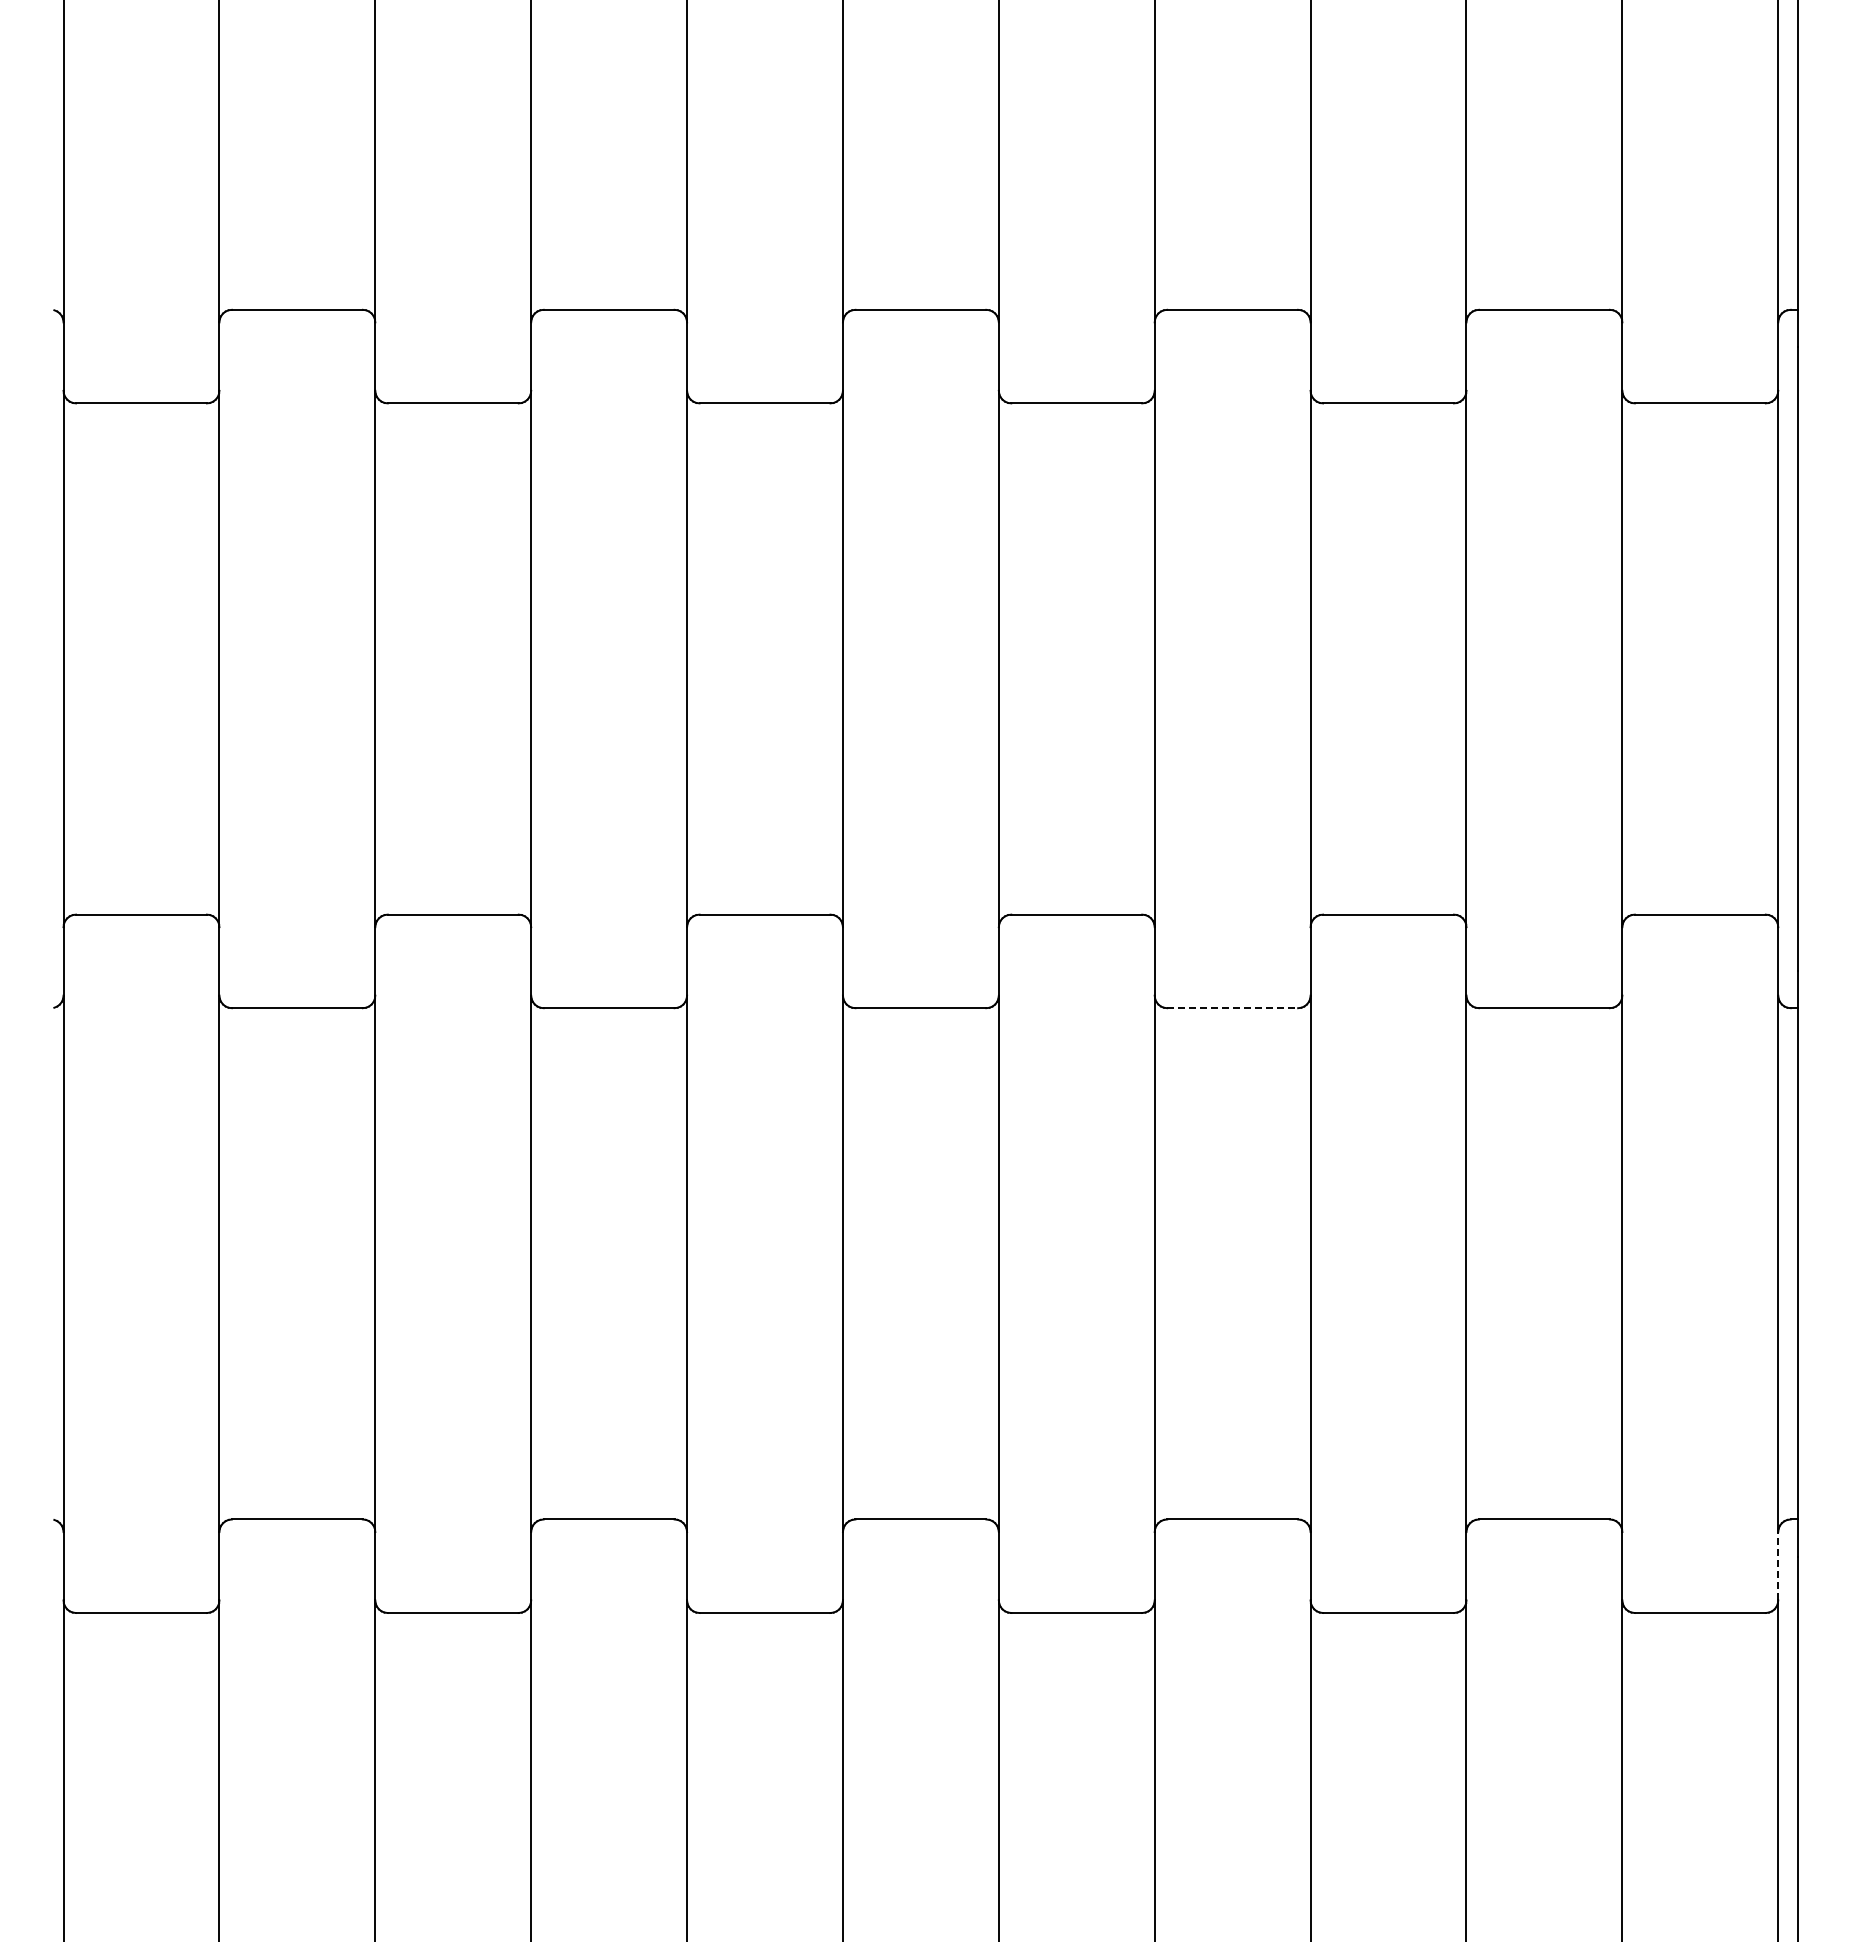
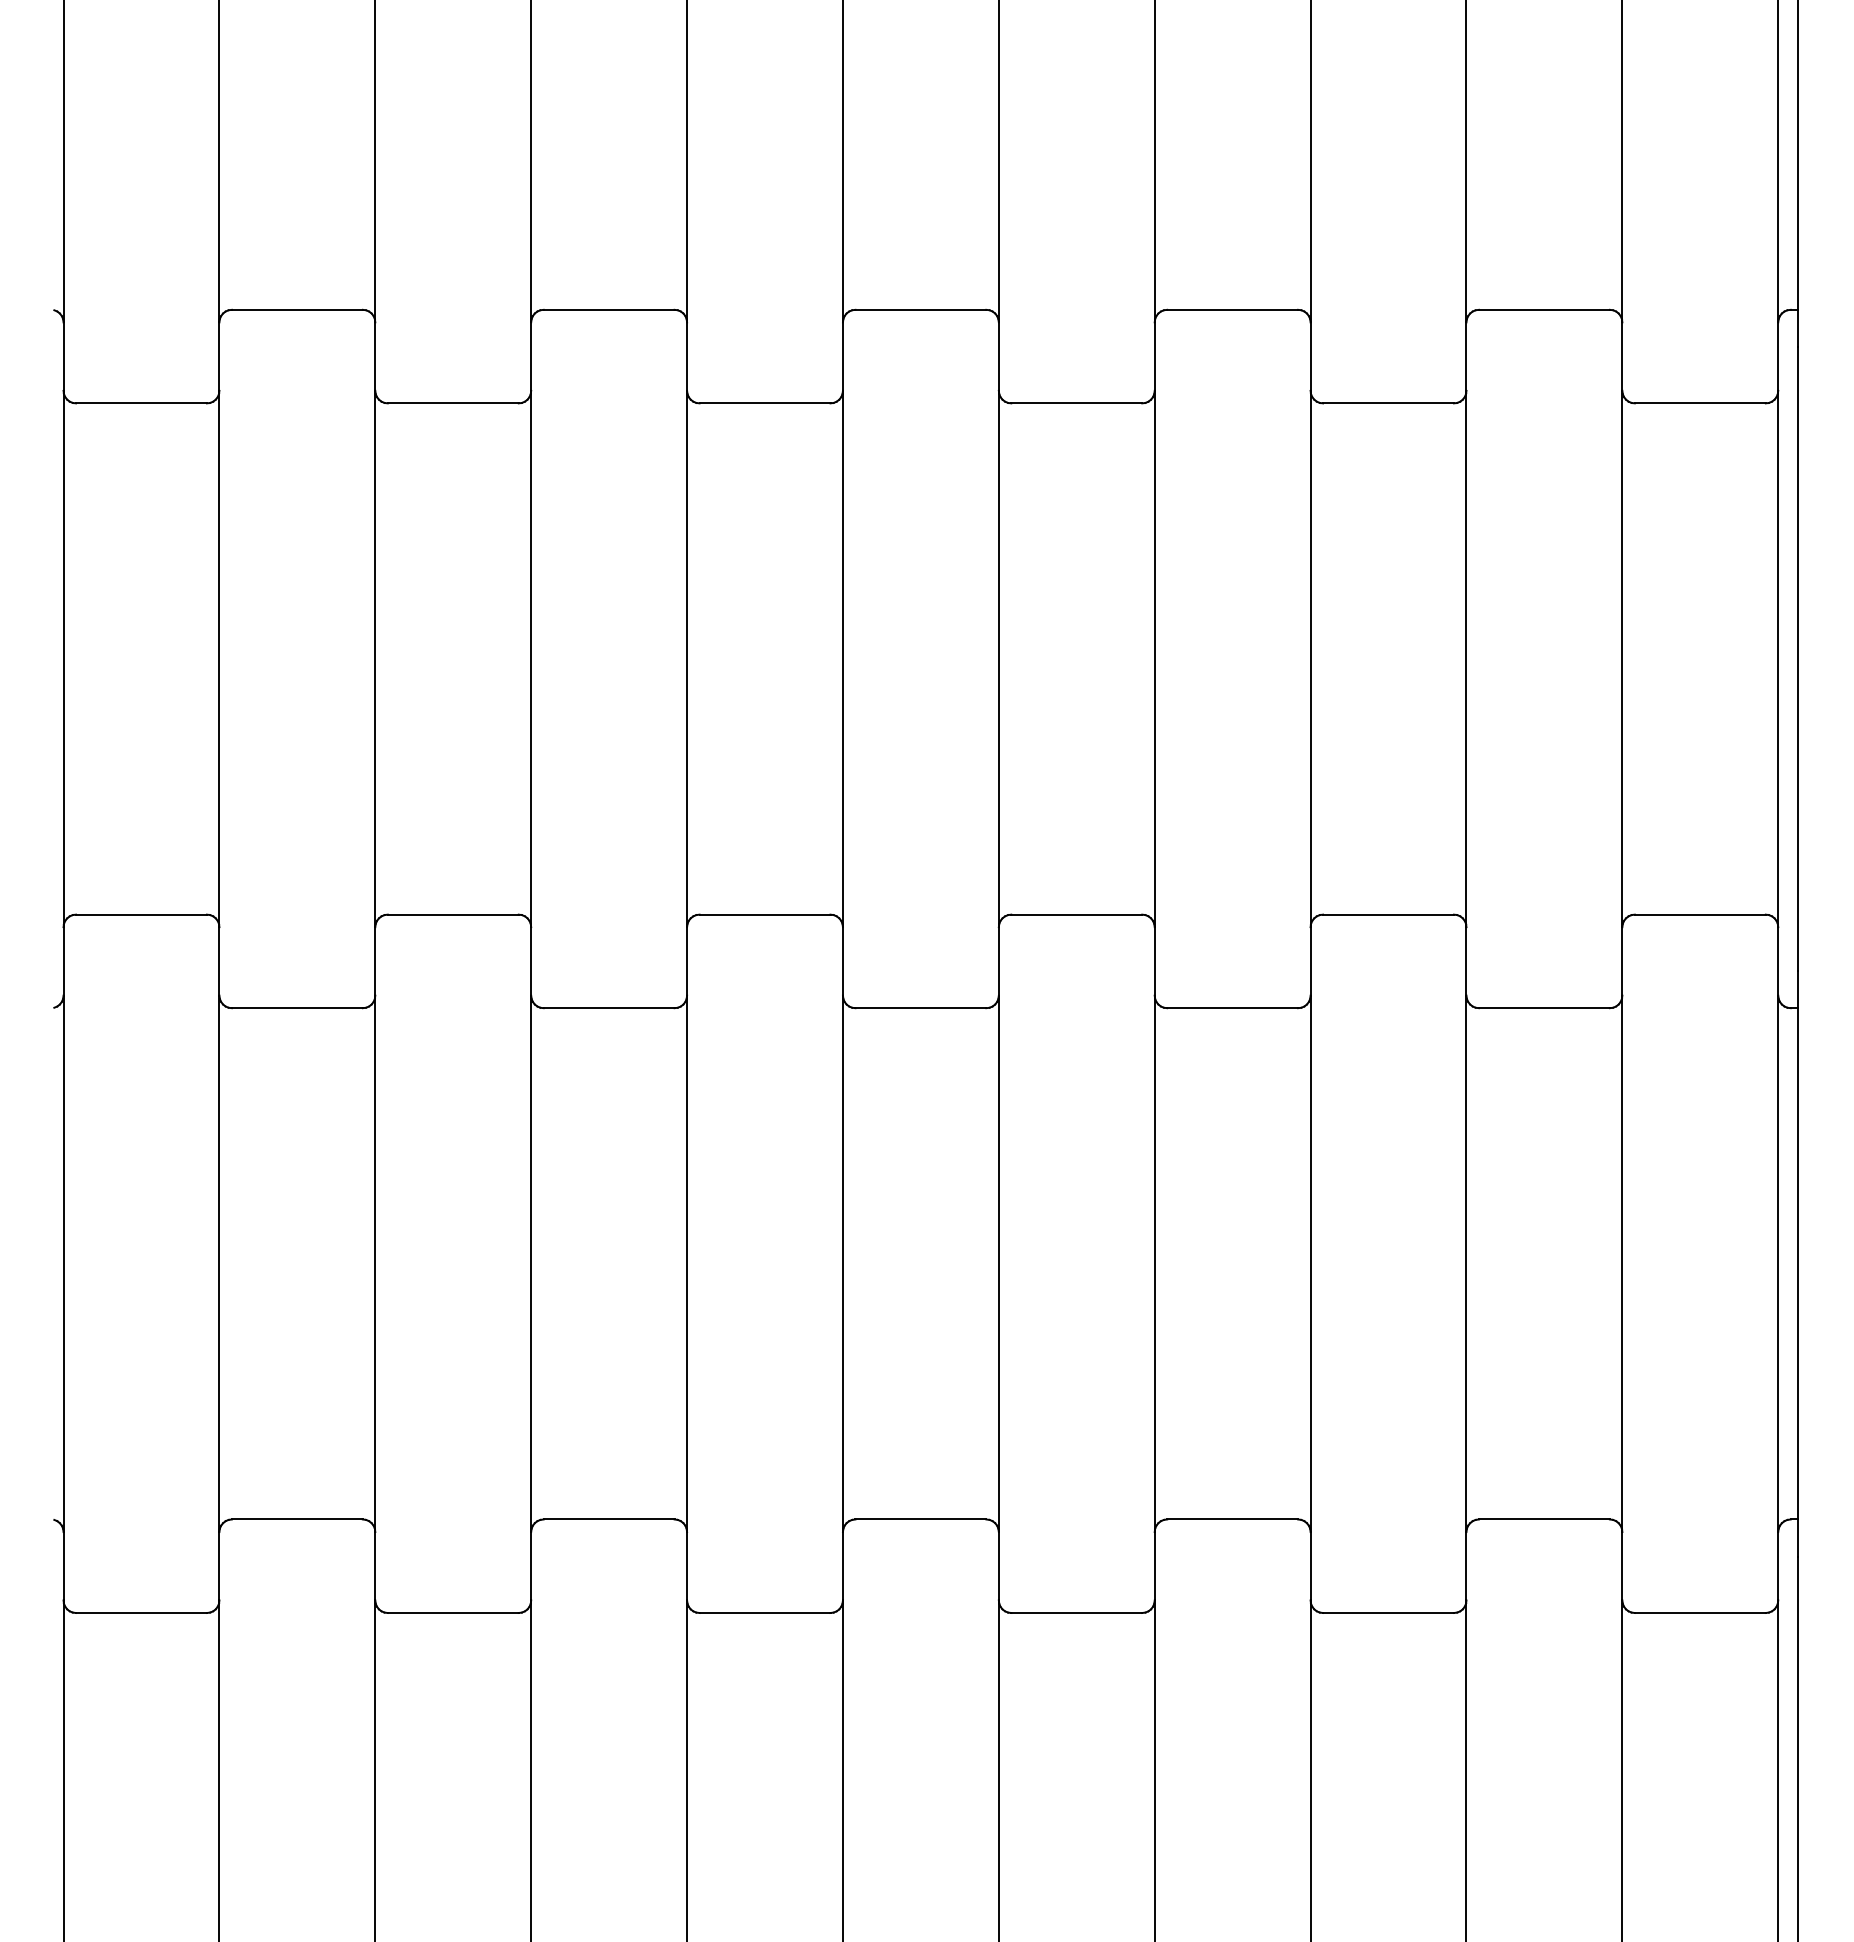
line at (1233, 1008): dashed -> solid
line at (1778, 1565): dashed -> solid
